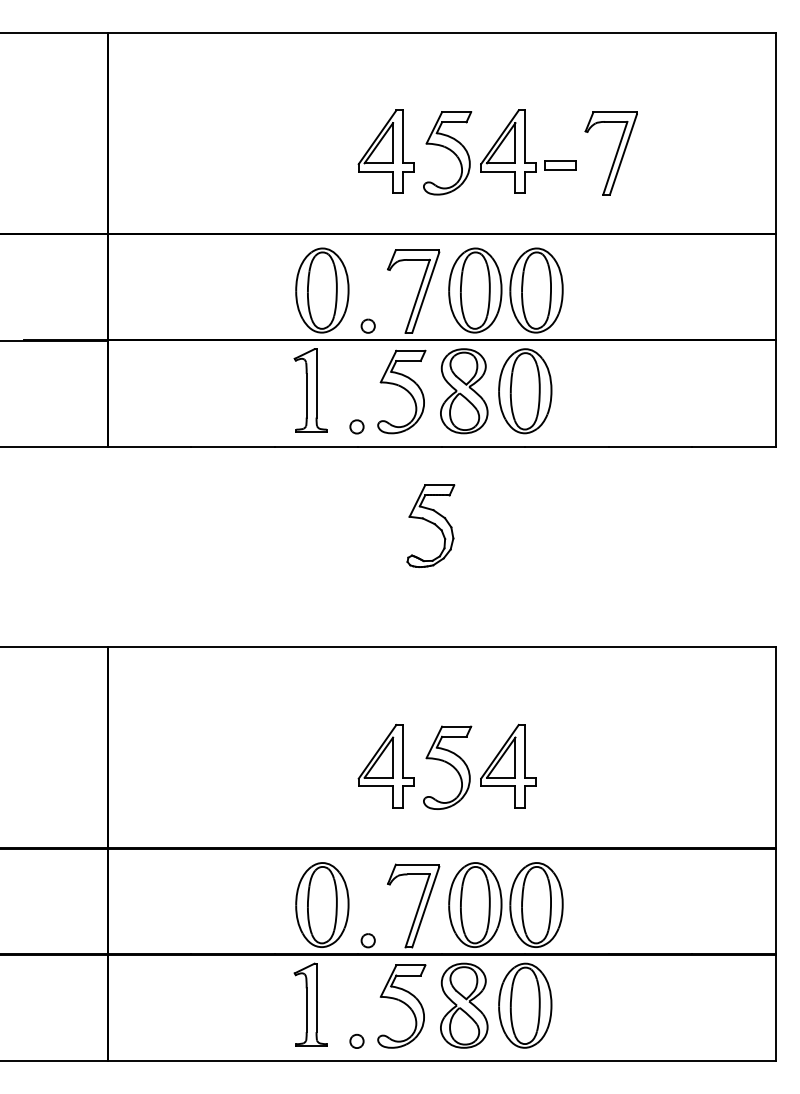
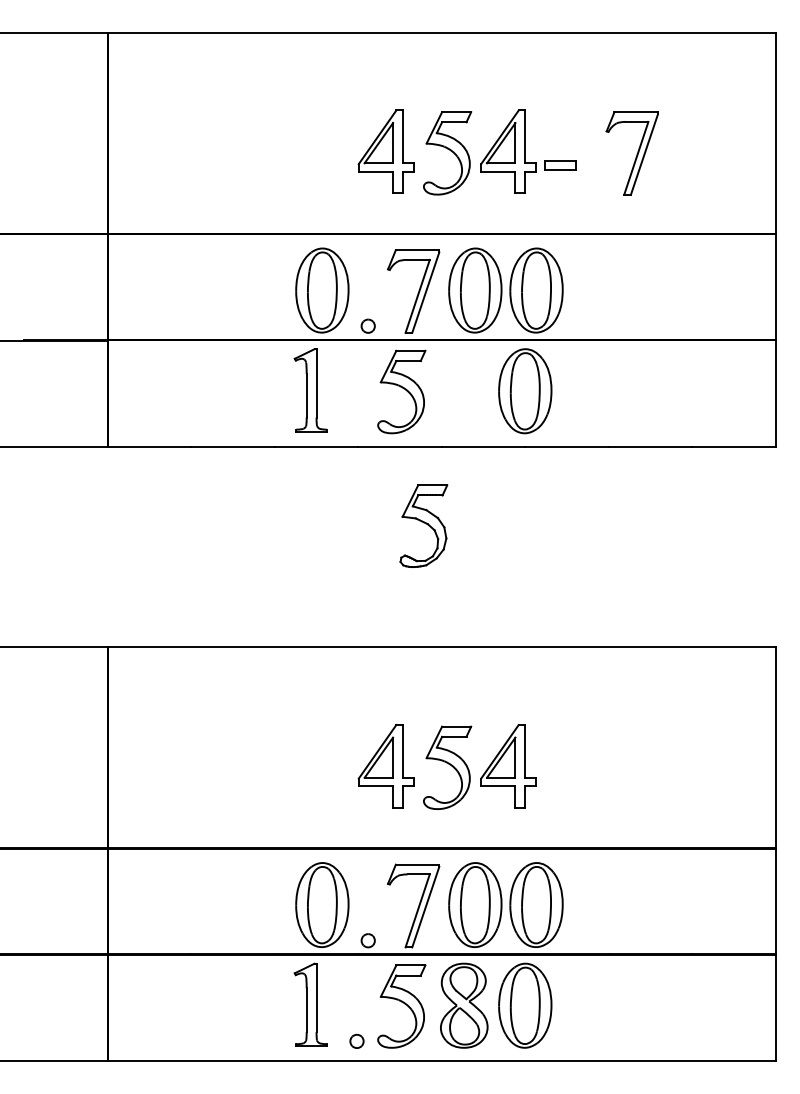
part at (610, 153) position: (610, 153) -> (631, 153)
part at (464, 391): present -> none
part at (356, 426): present -> none
part at (430, 525) position: (430, 525) -> (423, 525)
